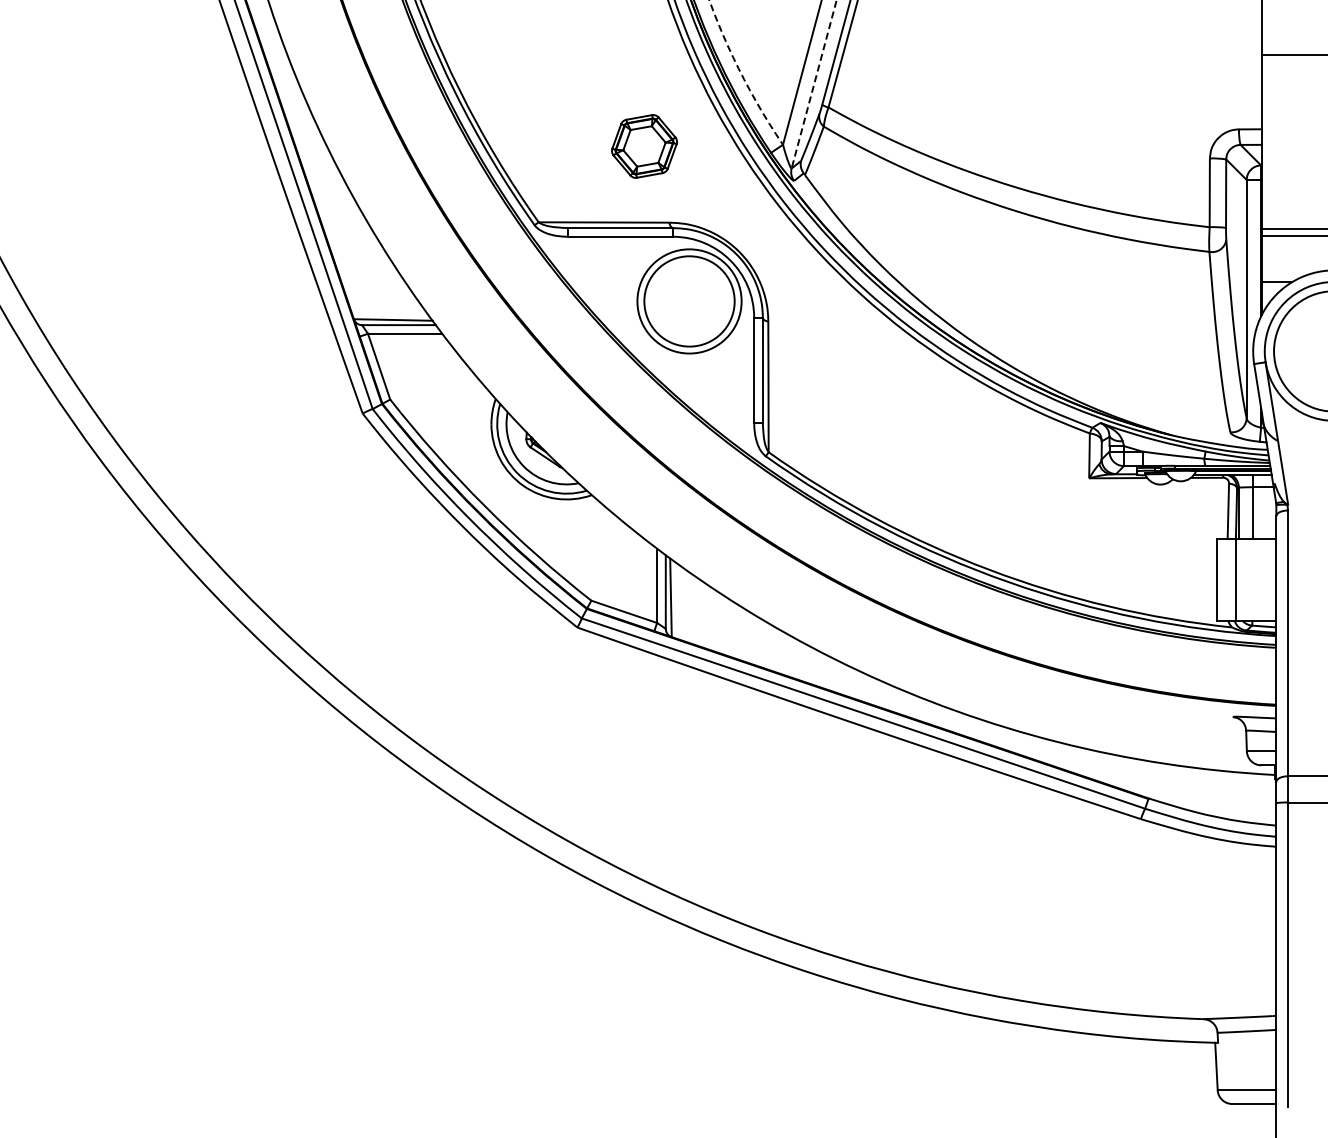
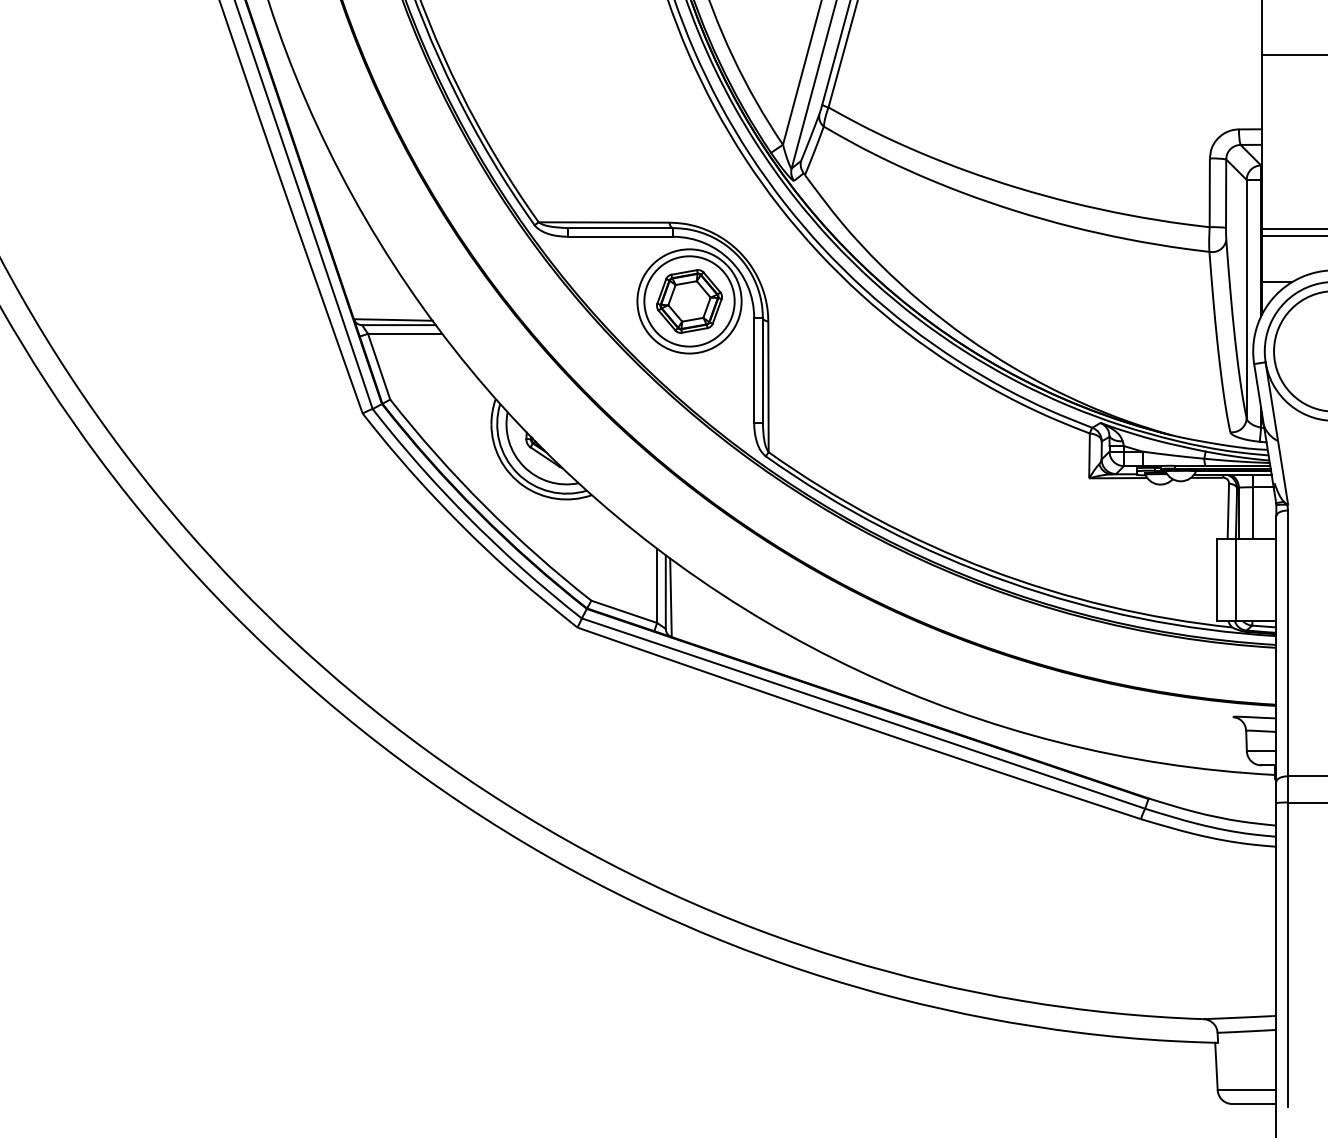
arc at (742, 75): dashed -> solid
line at (814, 84): dashed -> solid
part at (644, 146) position: (644, 146) -> (689, 301)
